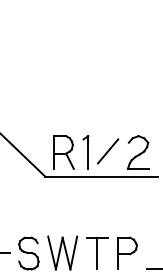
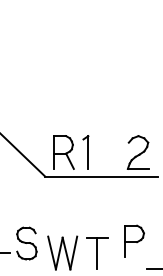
line at (107, 151): present -> none
part at (127, 252) position: (127, 252) -> (134, 240)
part at (28, 253) position: (28, 253) -> (26, 243)
